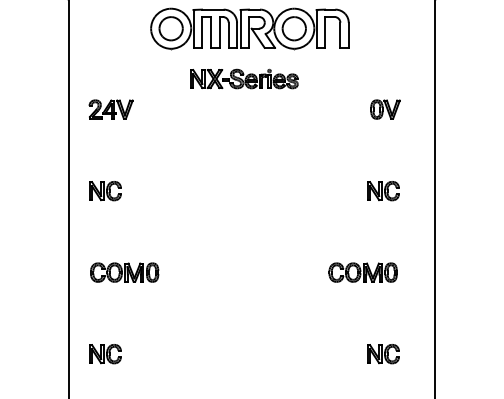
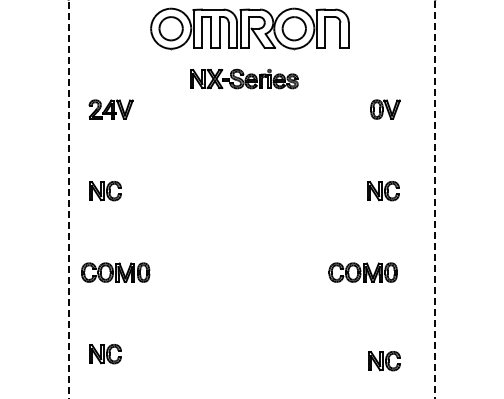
line at (68, 199): solid -> dashed
line at (435, 199): solid -> dashed
part at (124, 272) position: (124, 272) -> (115, 272)
part at (383, 354) position: (383, 354) -> (384, 361)
